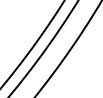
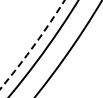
circle at (32, 44): solid -> dashed
